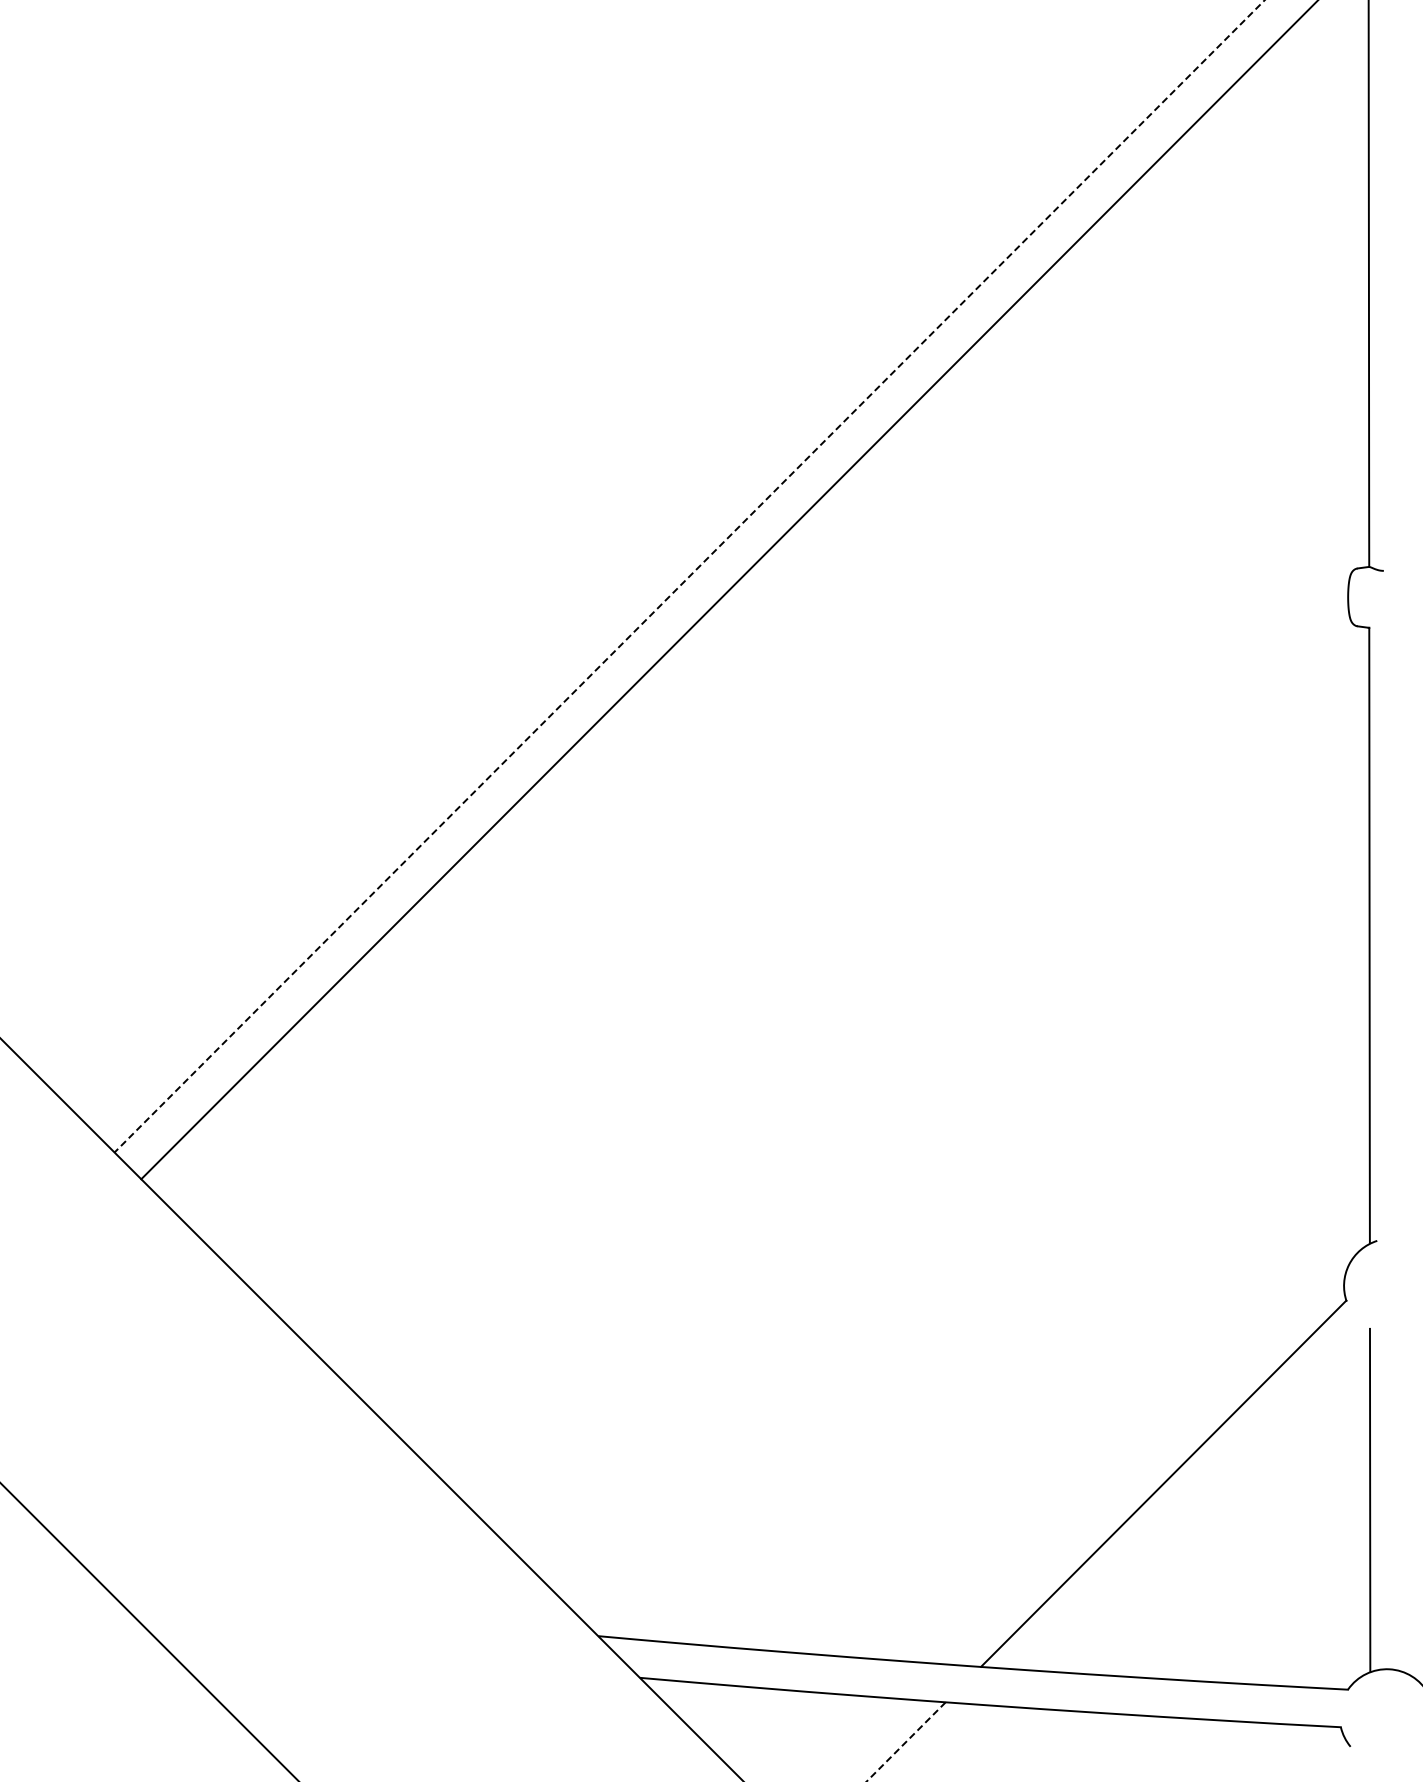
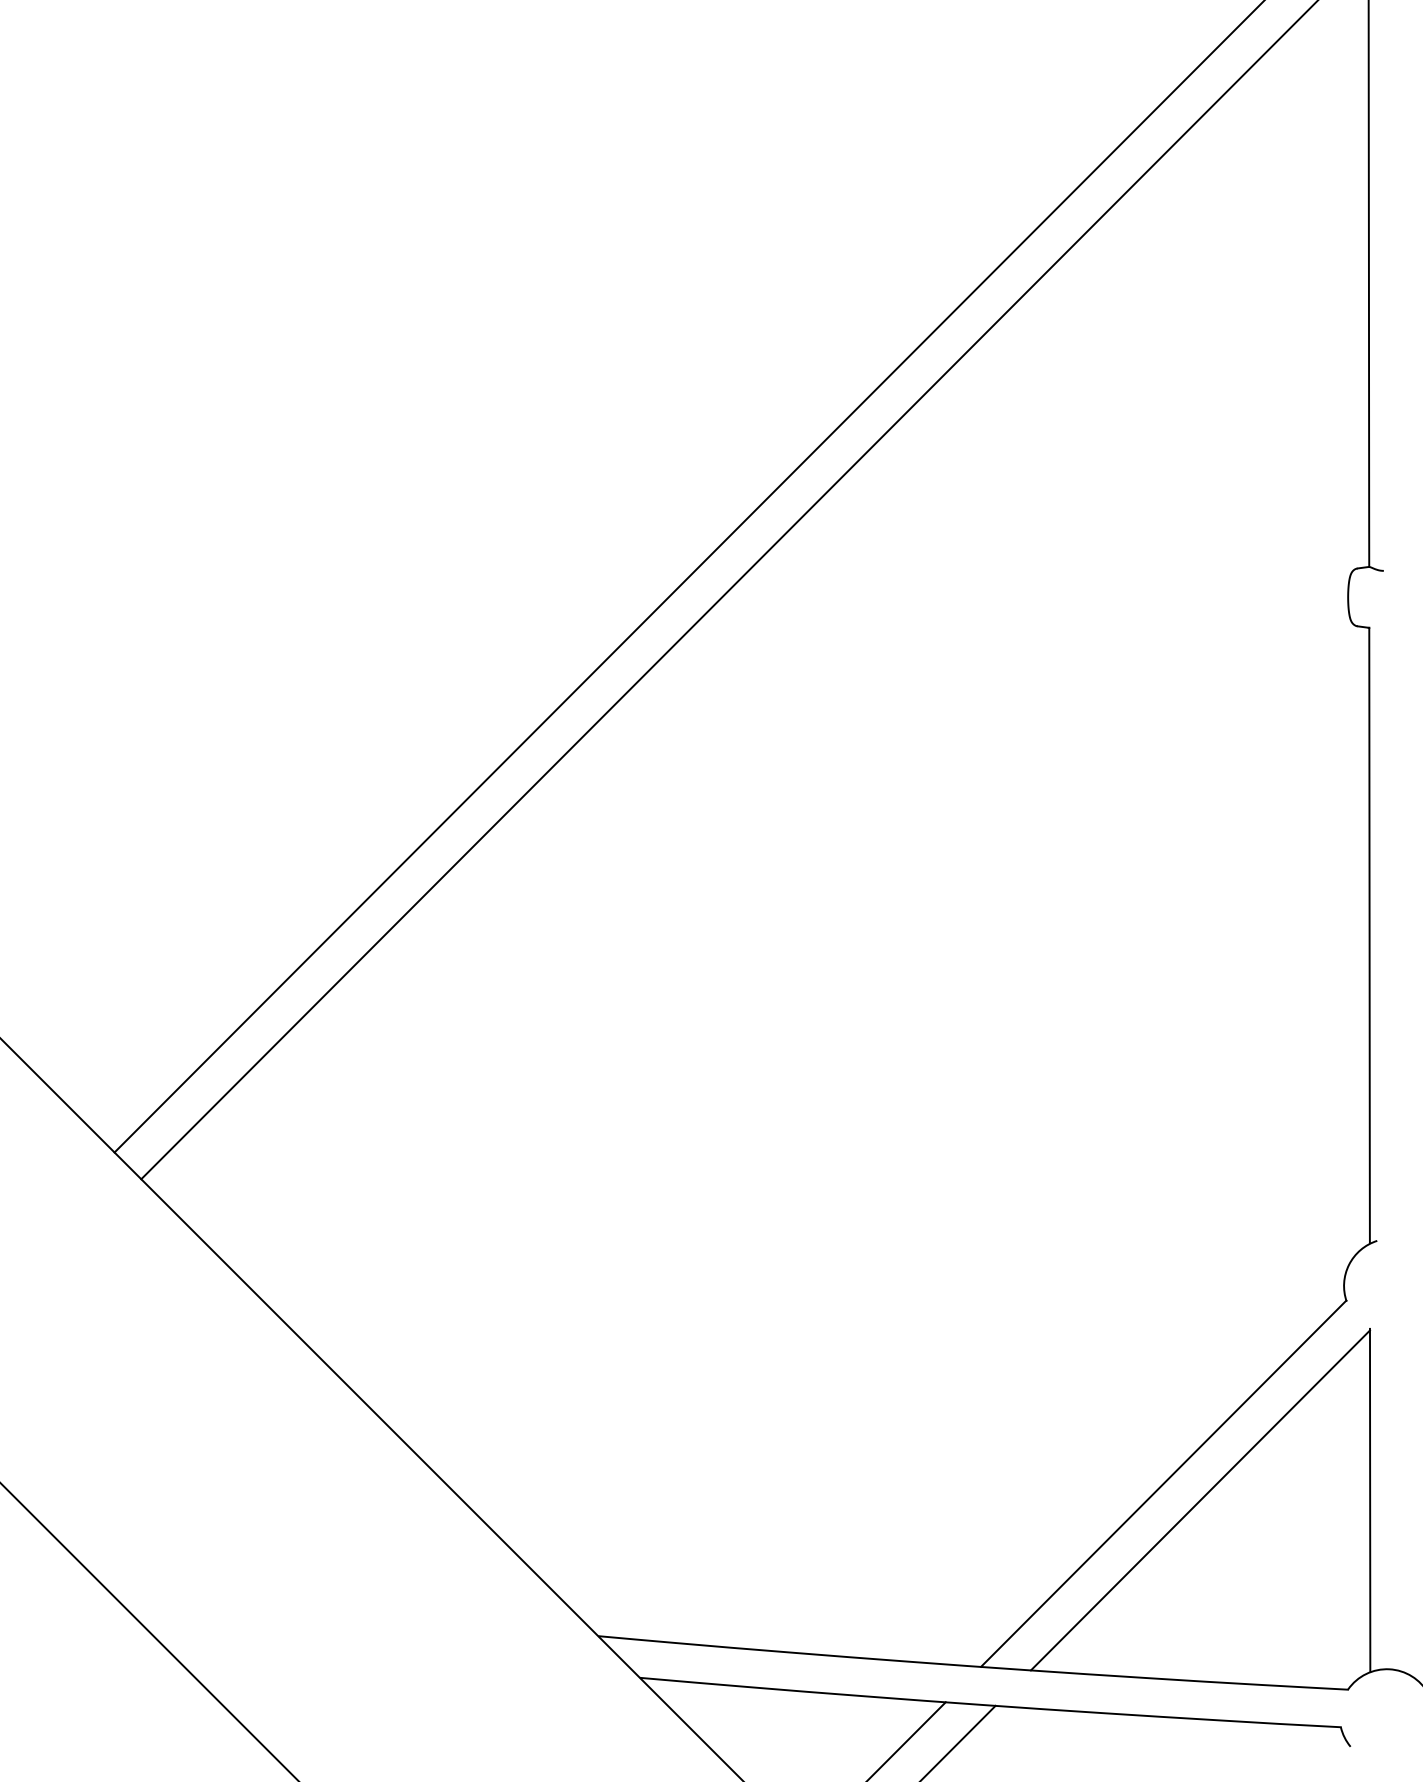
line at (689, 576): dashed -> solid
line at (1199, 1500): none -> present
line at (959, 1741): none -> present
line at (905, 1742): dashed -> solid
